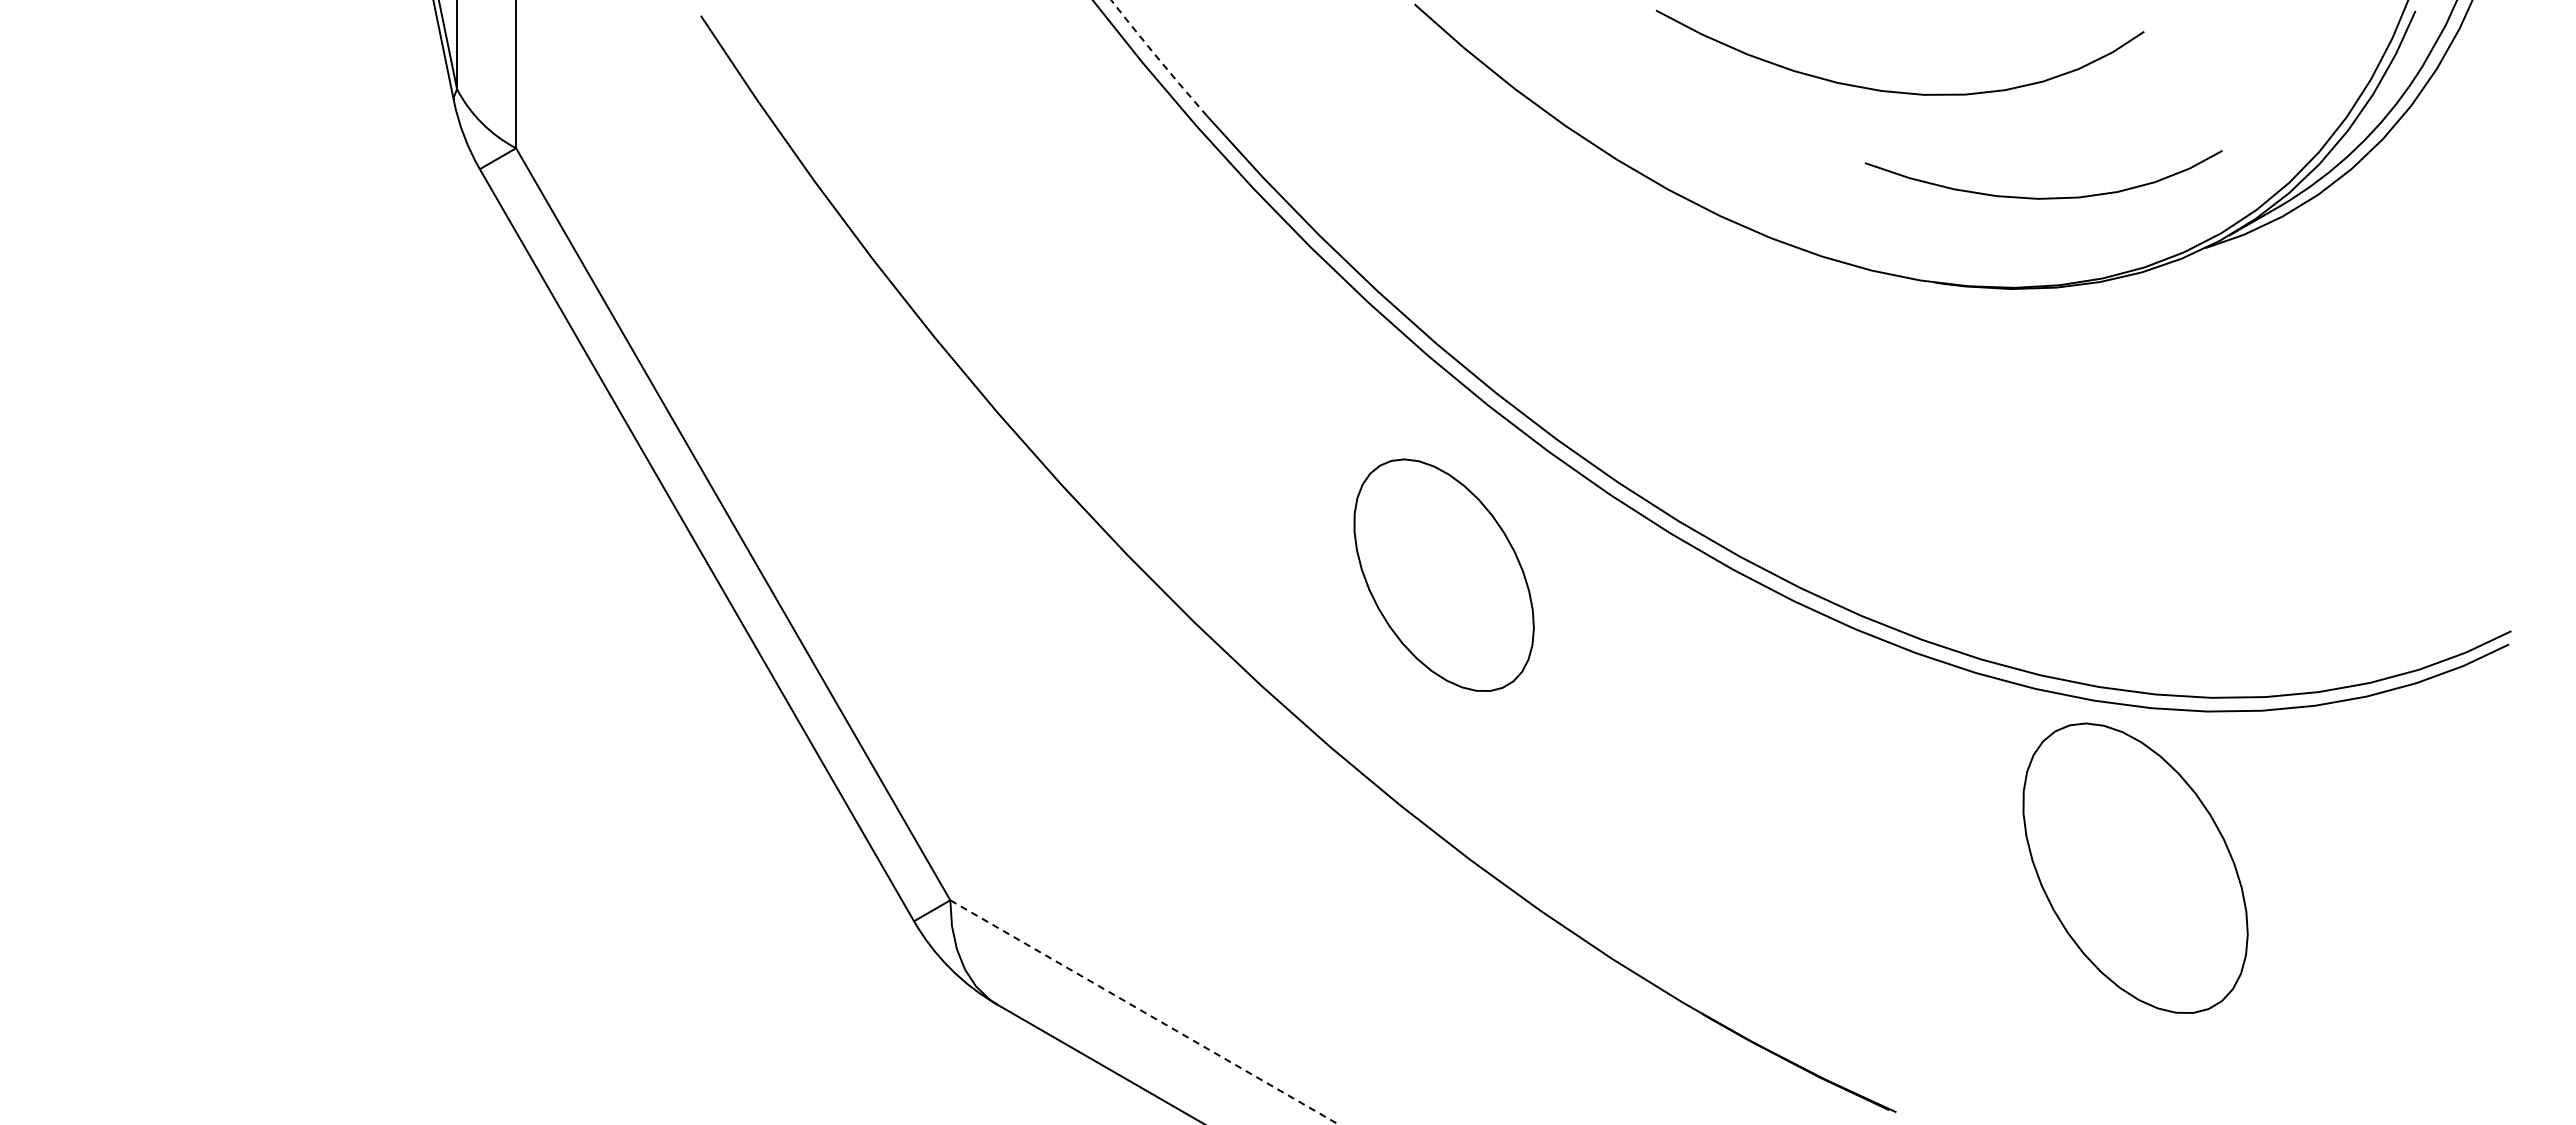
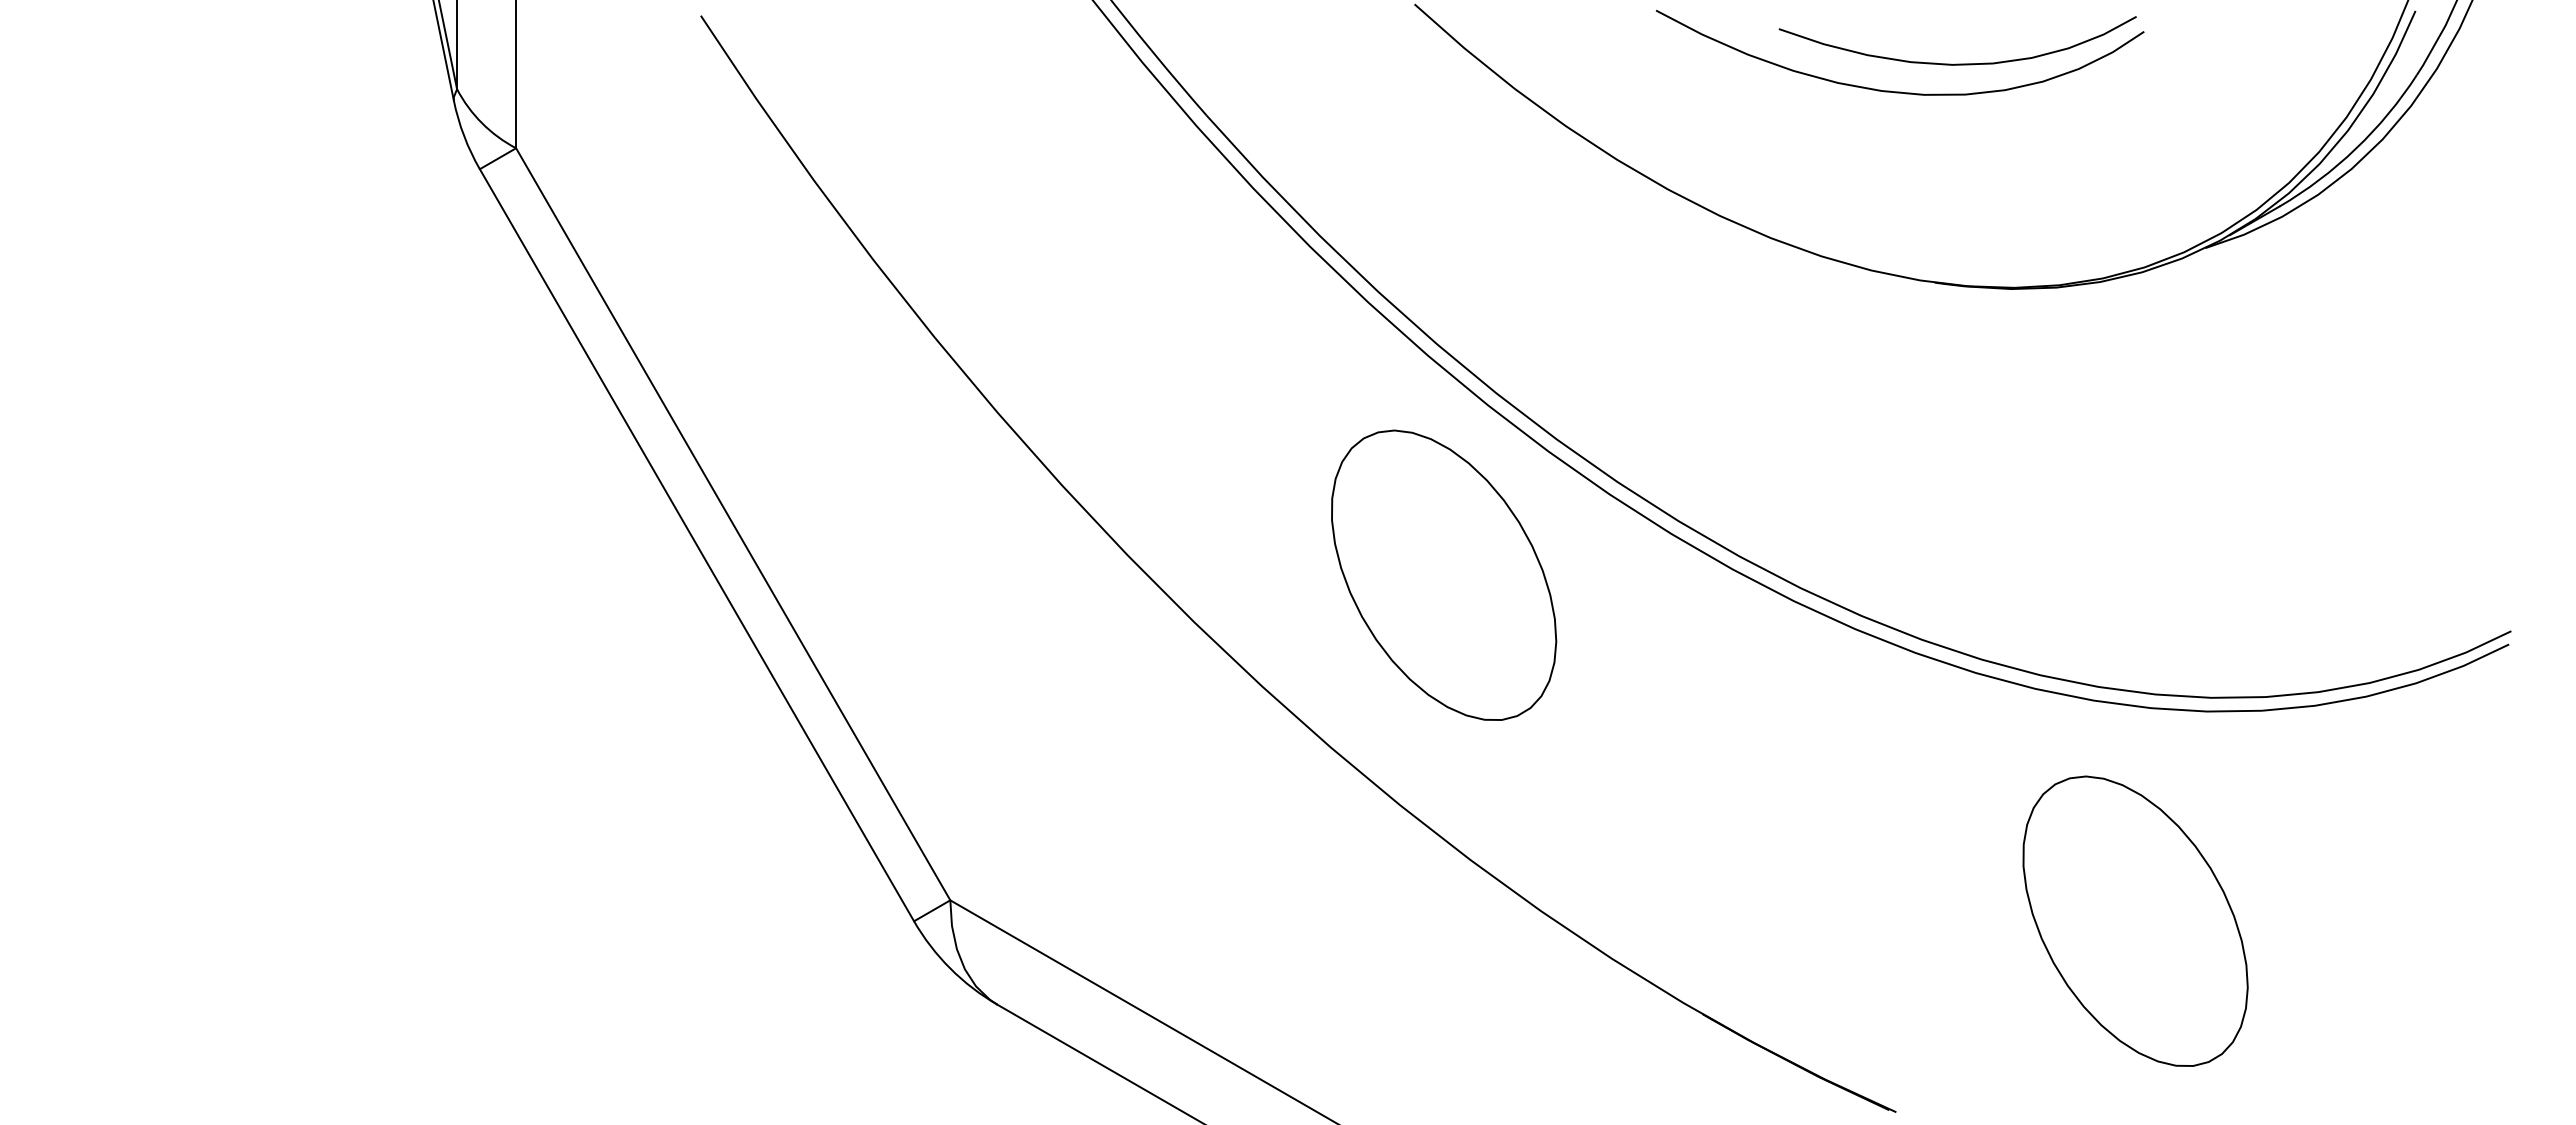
arc at (1157, 58): dashed -> solid
curve at (2043, 197) position: (2043, 197) -> (1957, 63)
part at (1443, 574) size: 182x234 px -> 227x292 px
part at (2135, 867) position: (2135, 867) -> (2135, 920)
line at (1145, 1012): dashed -> solid
